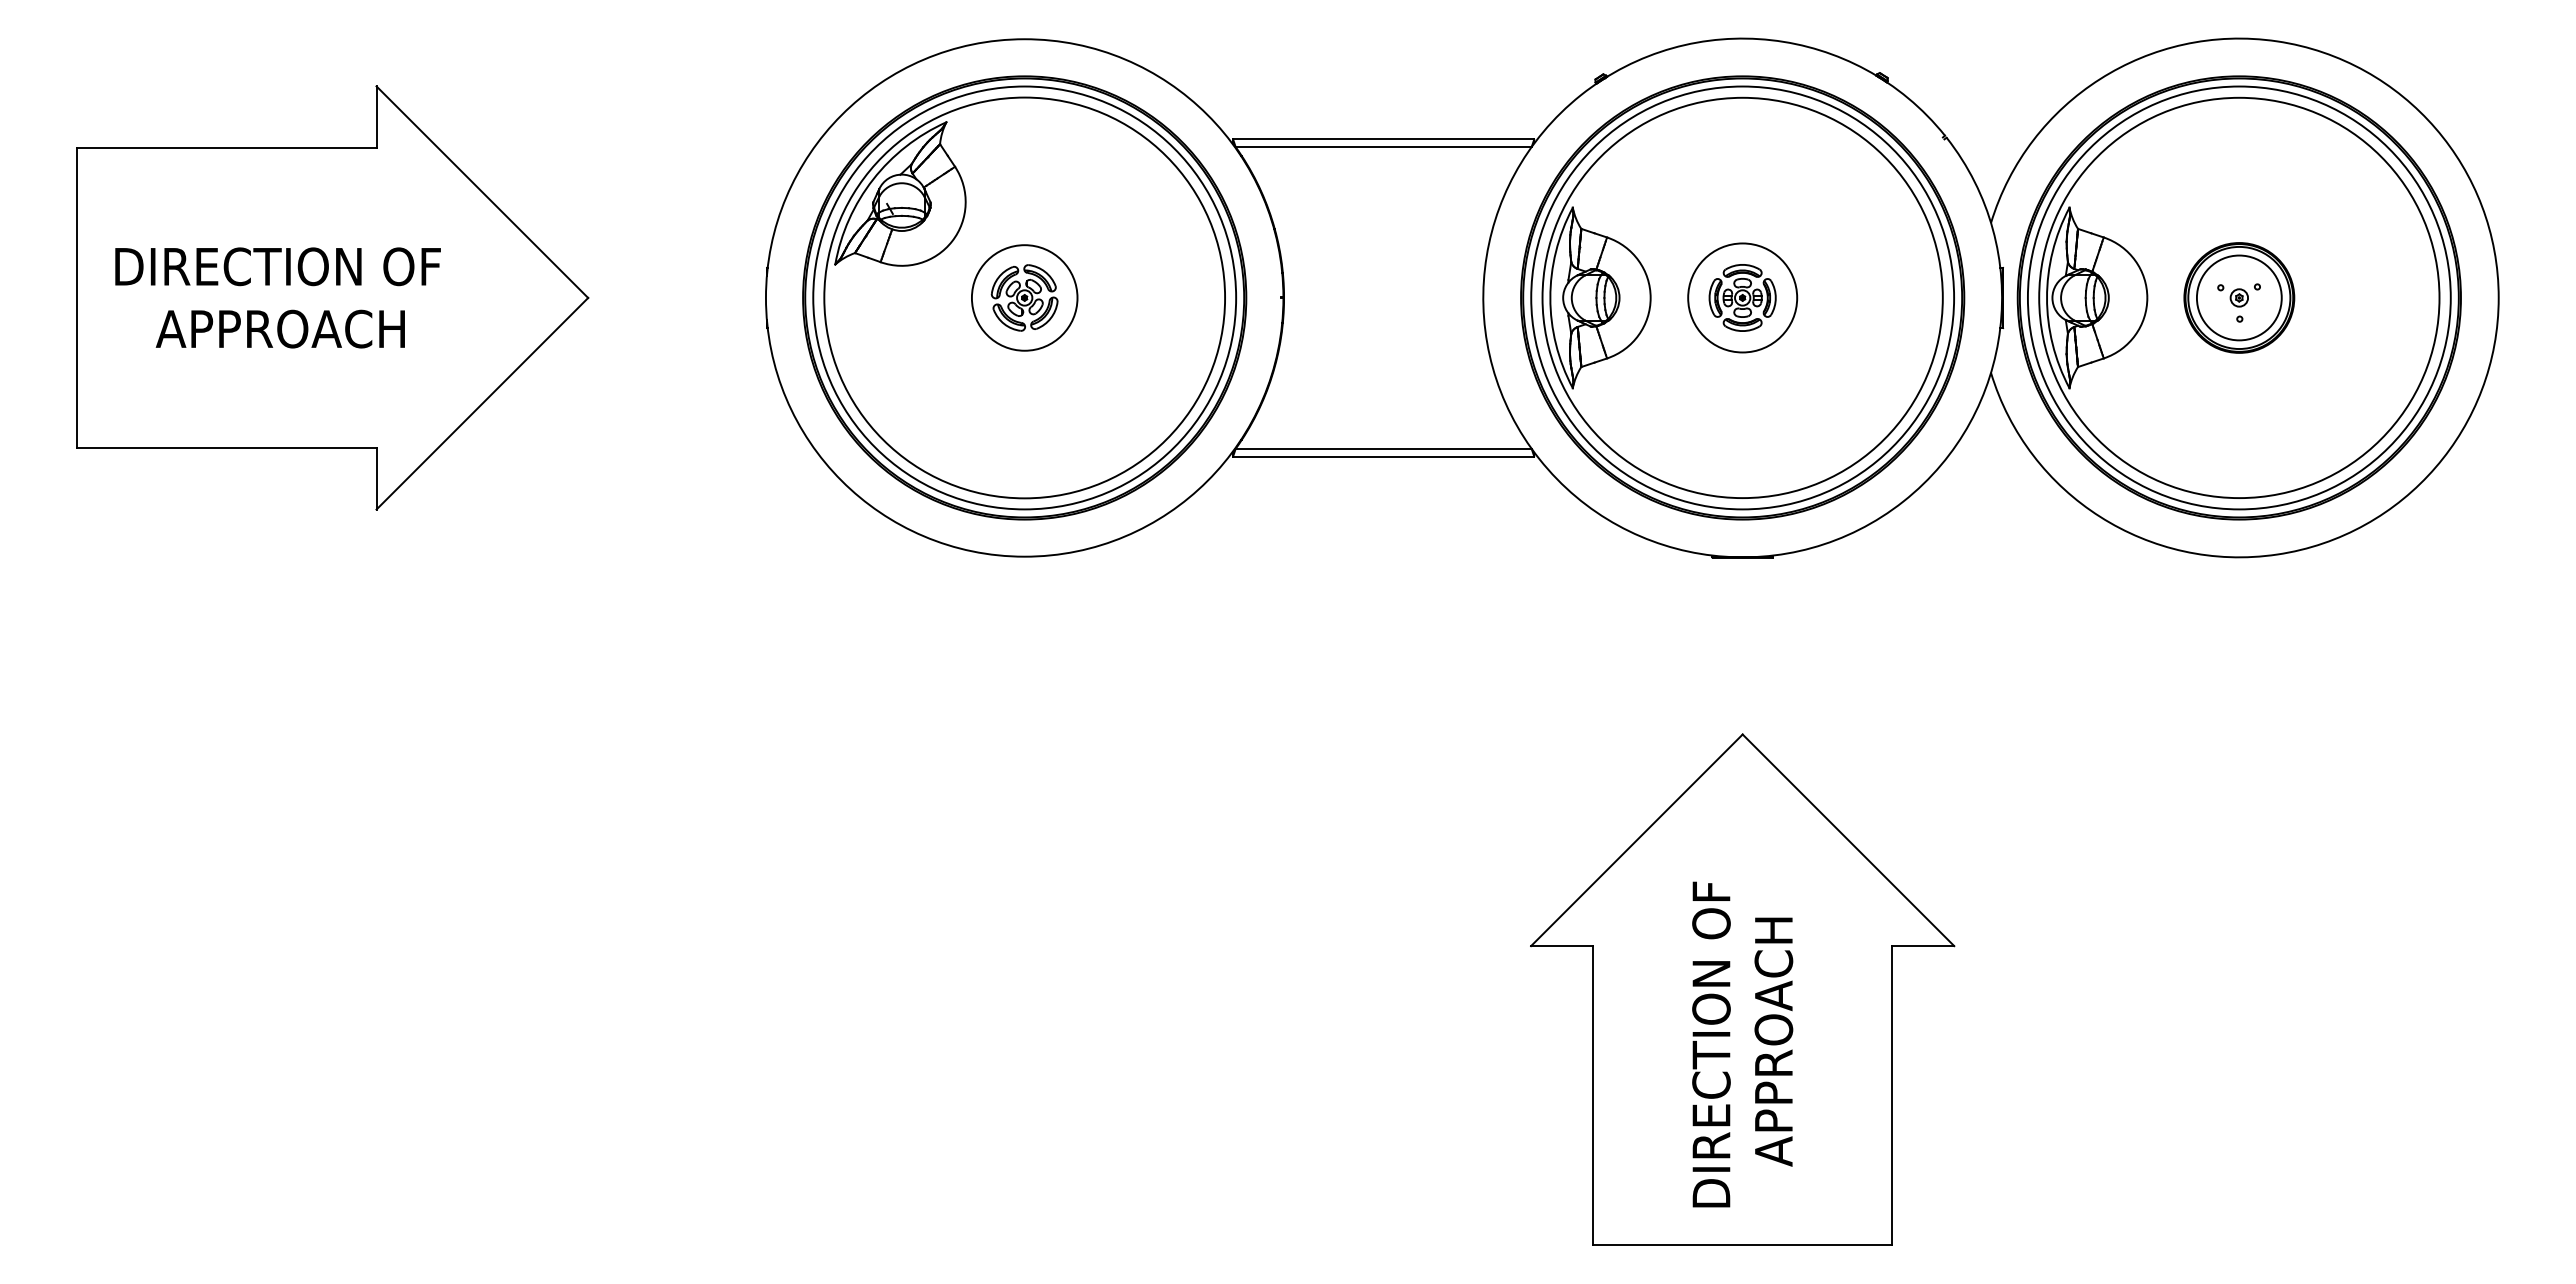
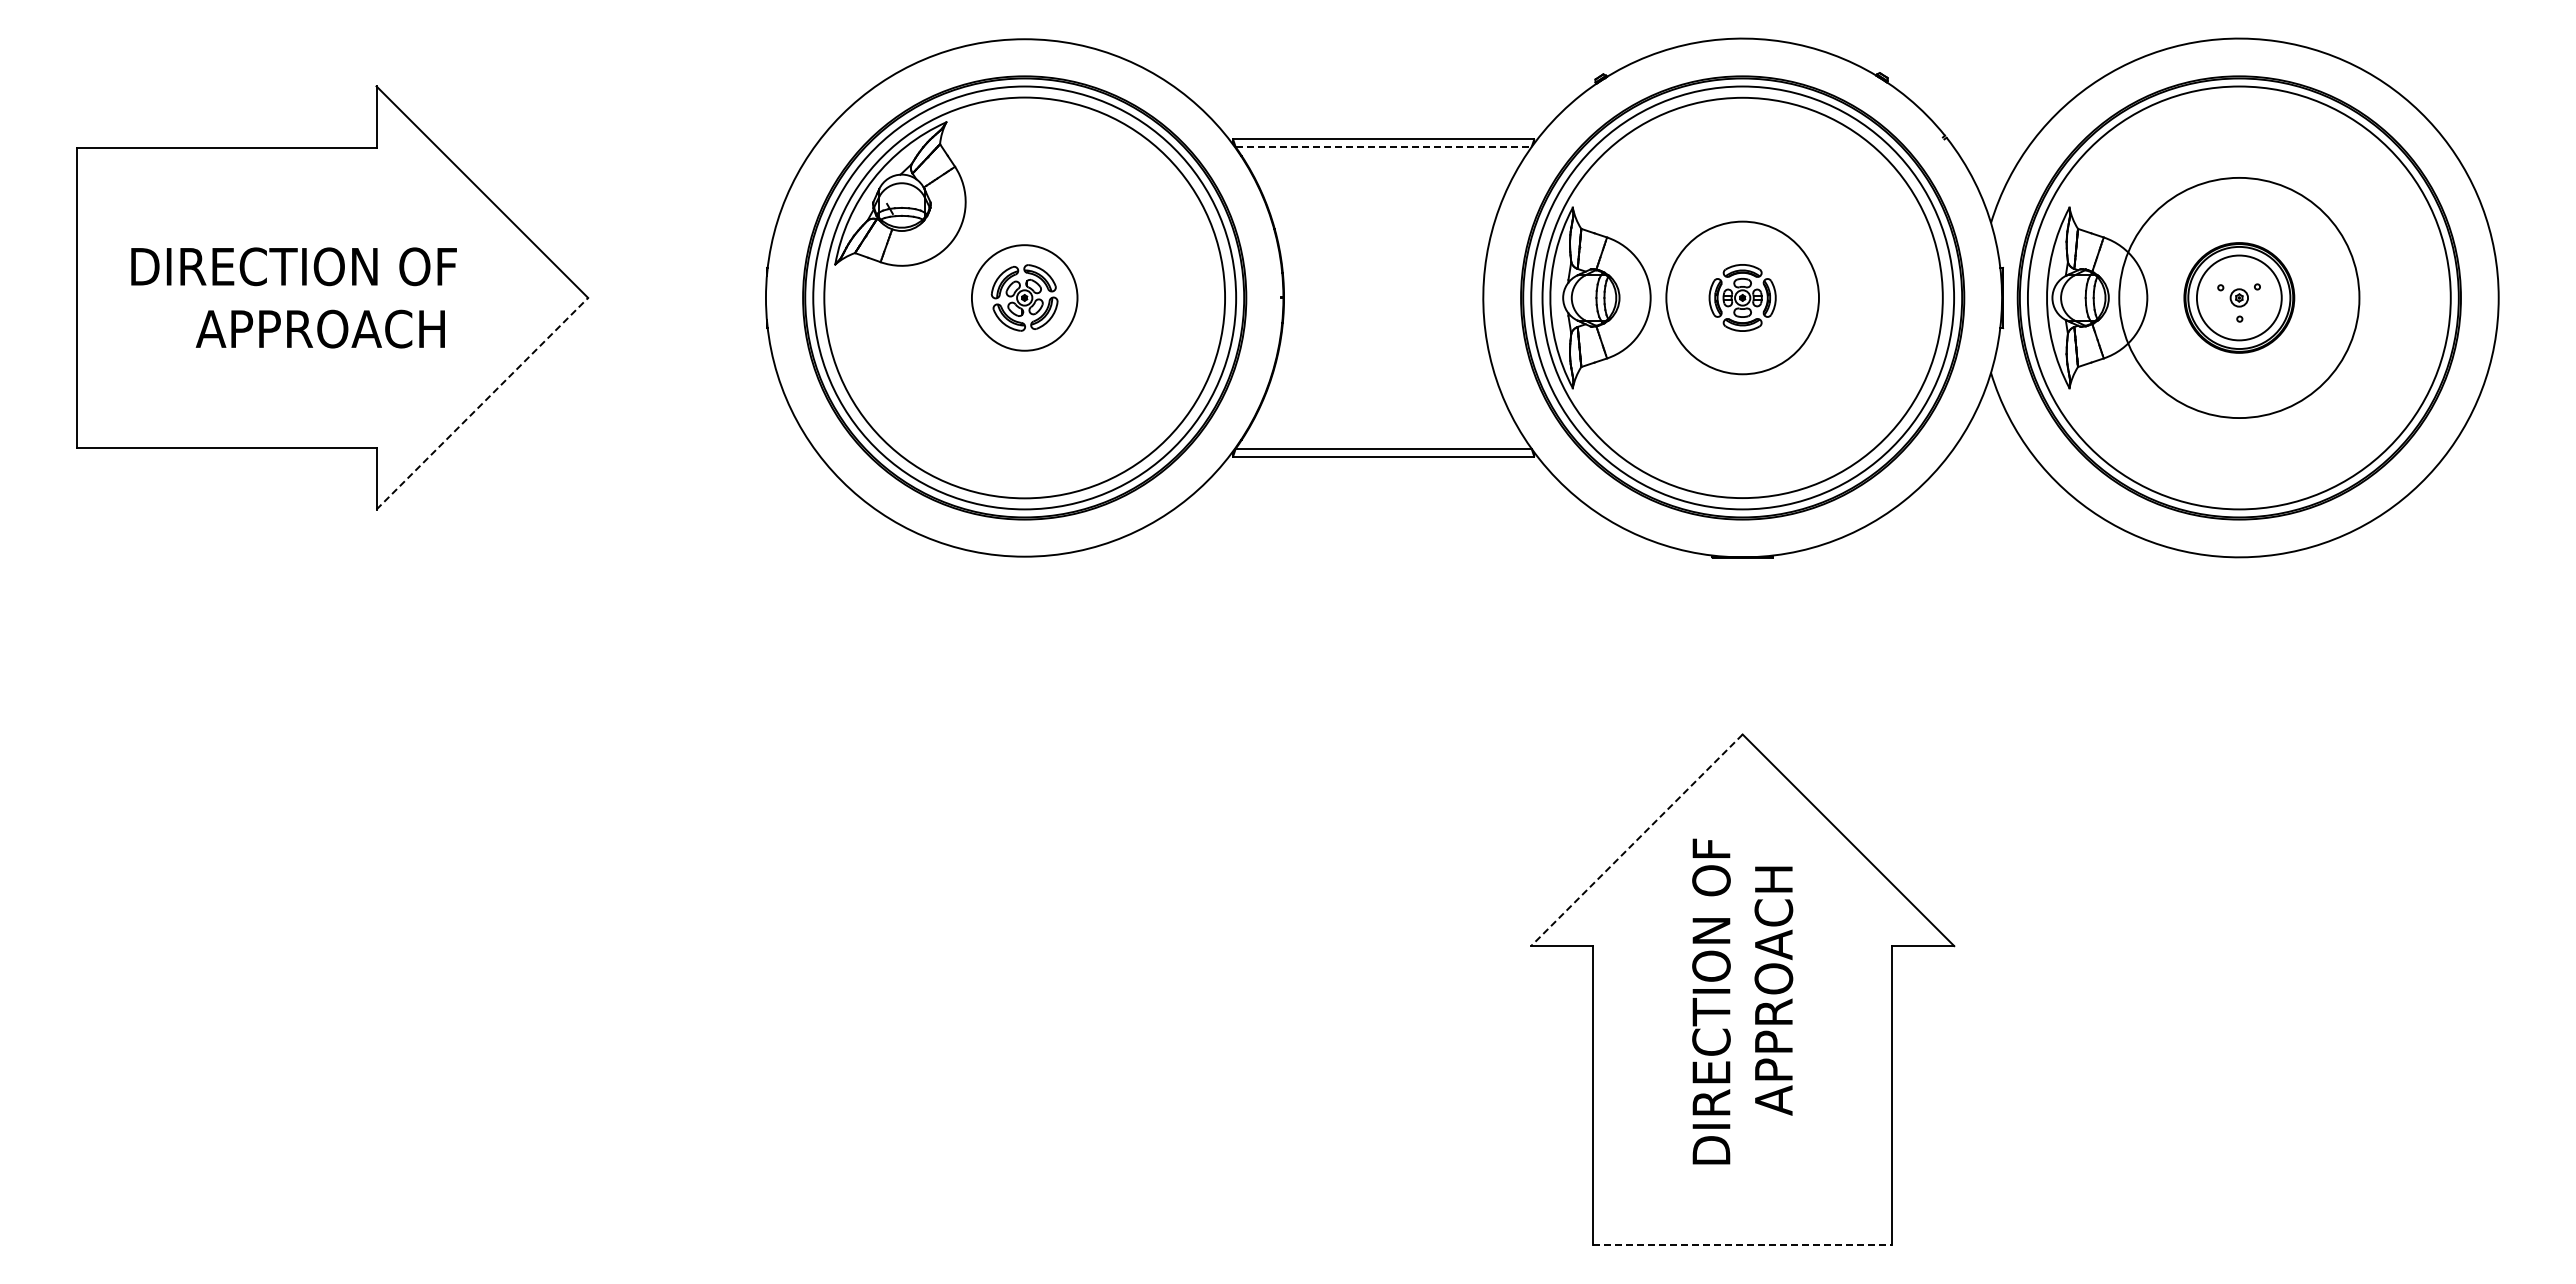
line at (1384, 147): solid -> dashed
text at (277, 266) position: (277, 266) -> (293, 266)
circle at (1742, 297) diameter: 109 px -> 153 px
circle at (2239, 297) diameter: 400 px -> 240 px
text at (279, 328) position: (279, 328) -> (319, 328)
line at (482, 403): solid -> dashed
line at (1636, 840): solid -> dashed
text at (1773, 1041) position: (1773, 1041) -> (1773, 990)
text at (1711, 1044) position: (1711, 1044) -> (1711, 1001)
line at (1742, 1245): solid -> dashed
